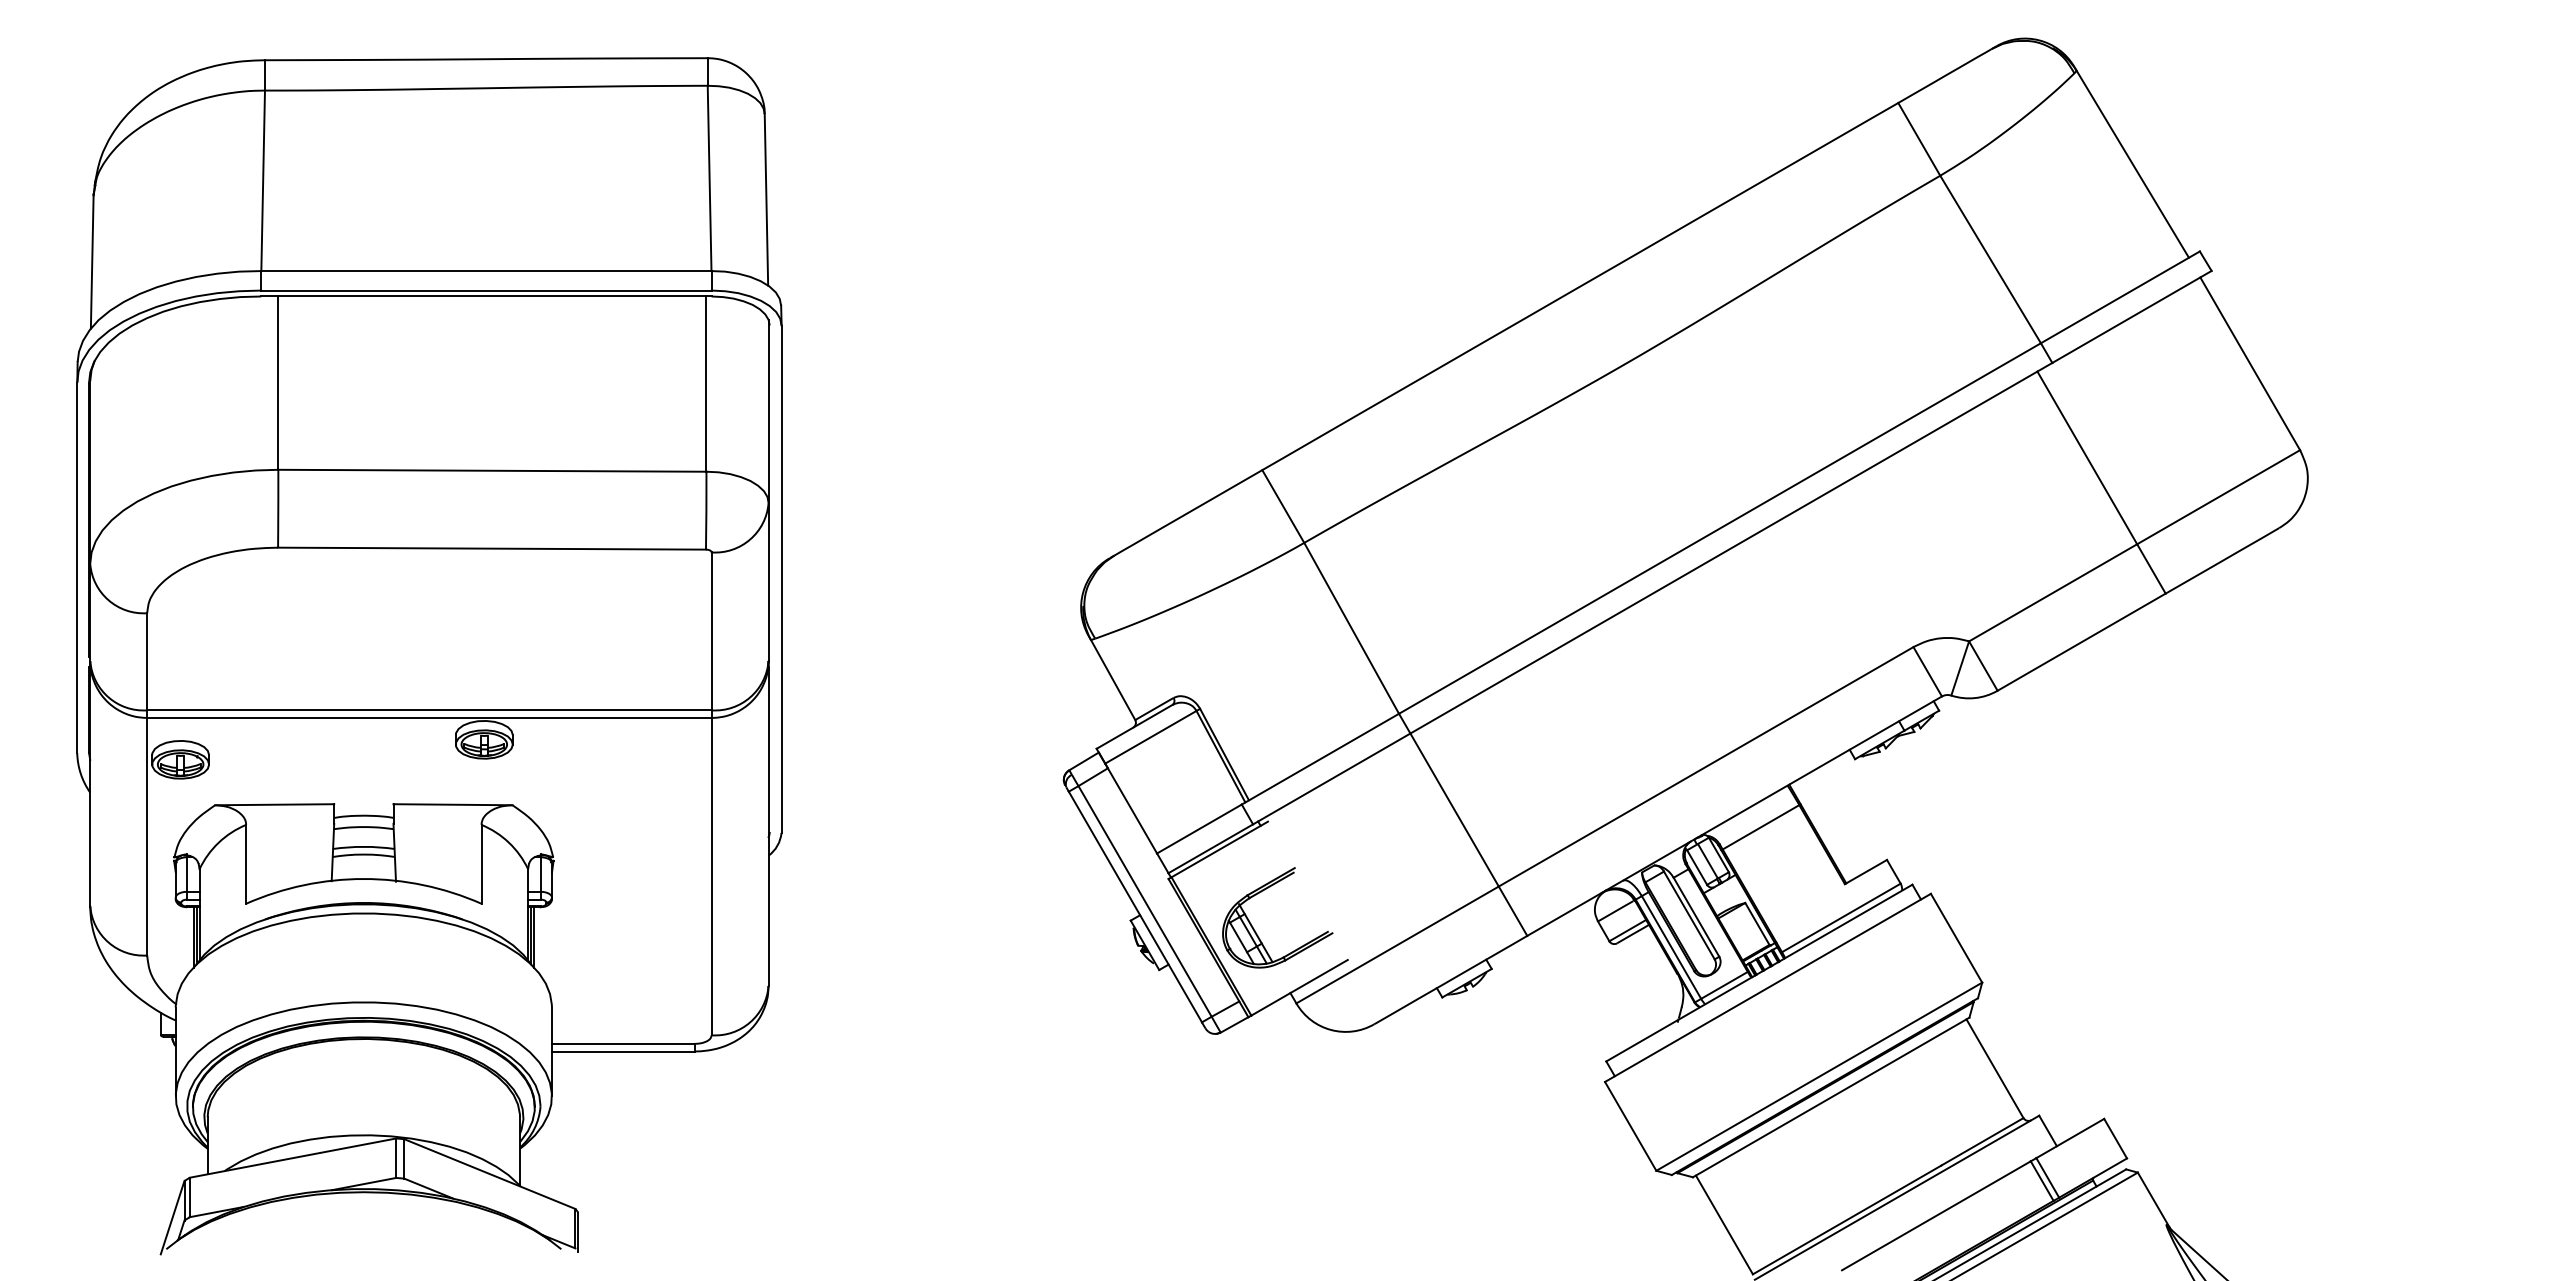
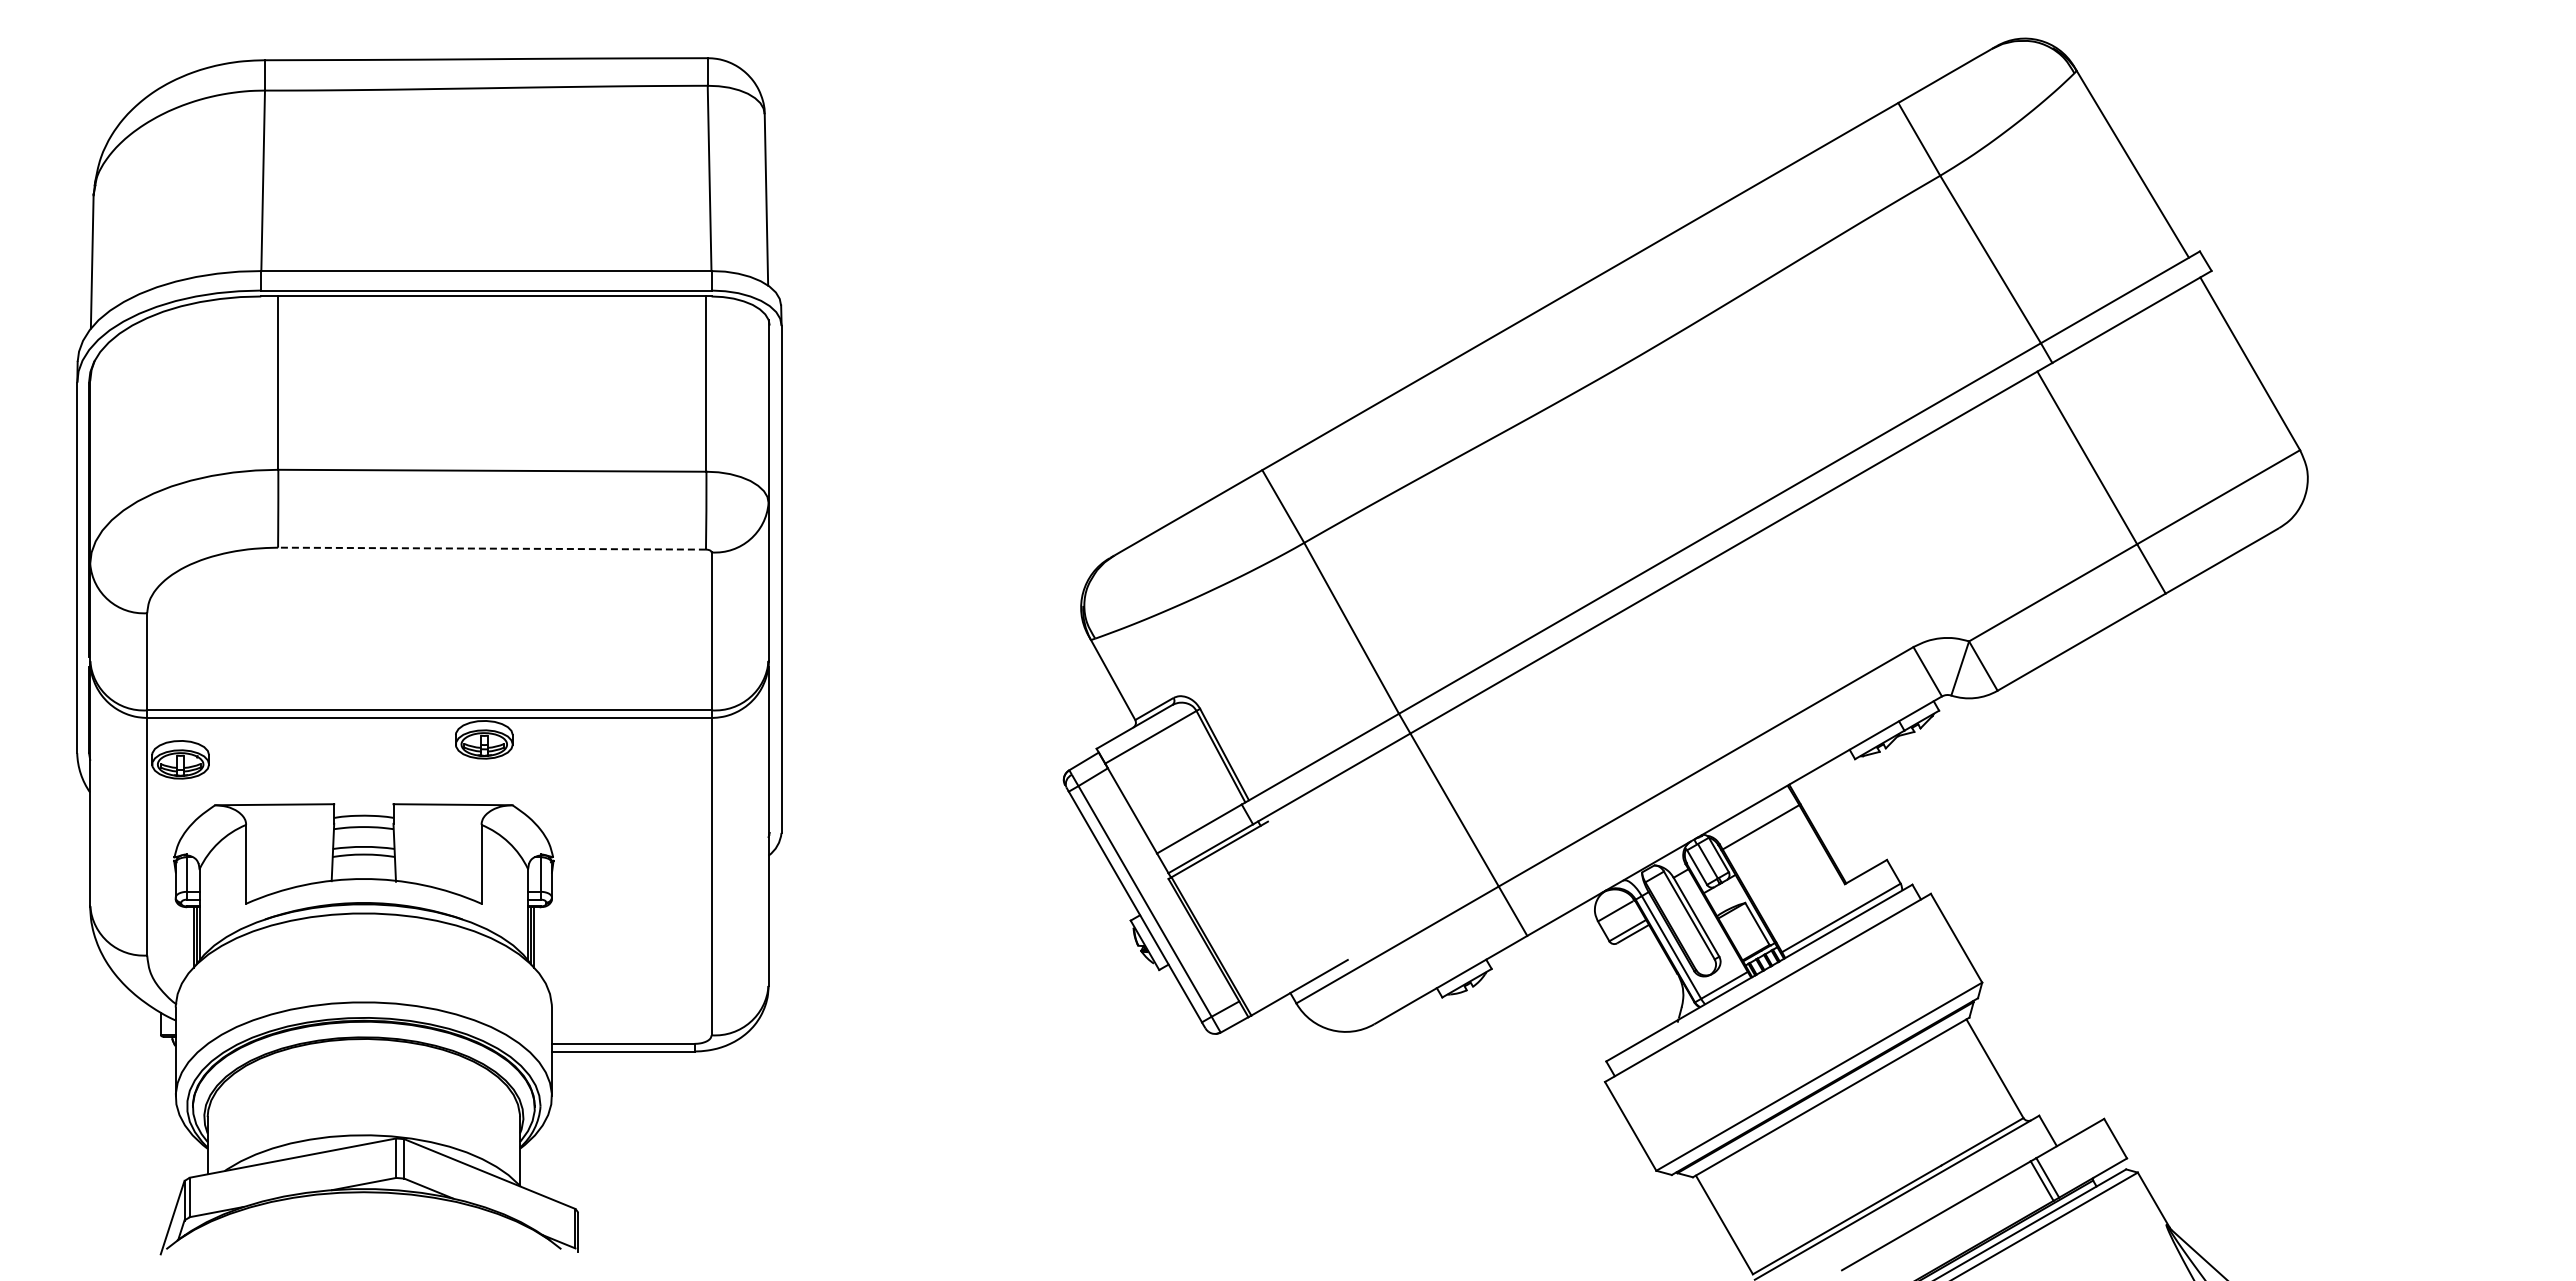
line at (492, 548): solid -> dashed
part at (1254, 928): present -> none
